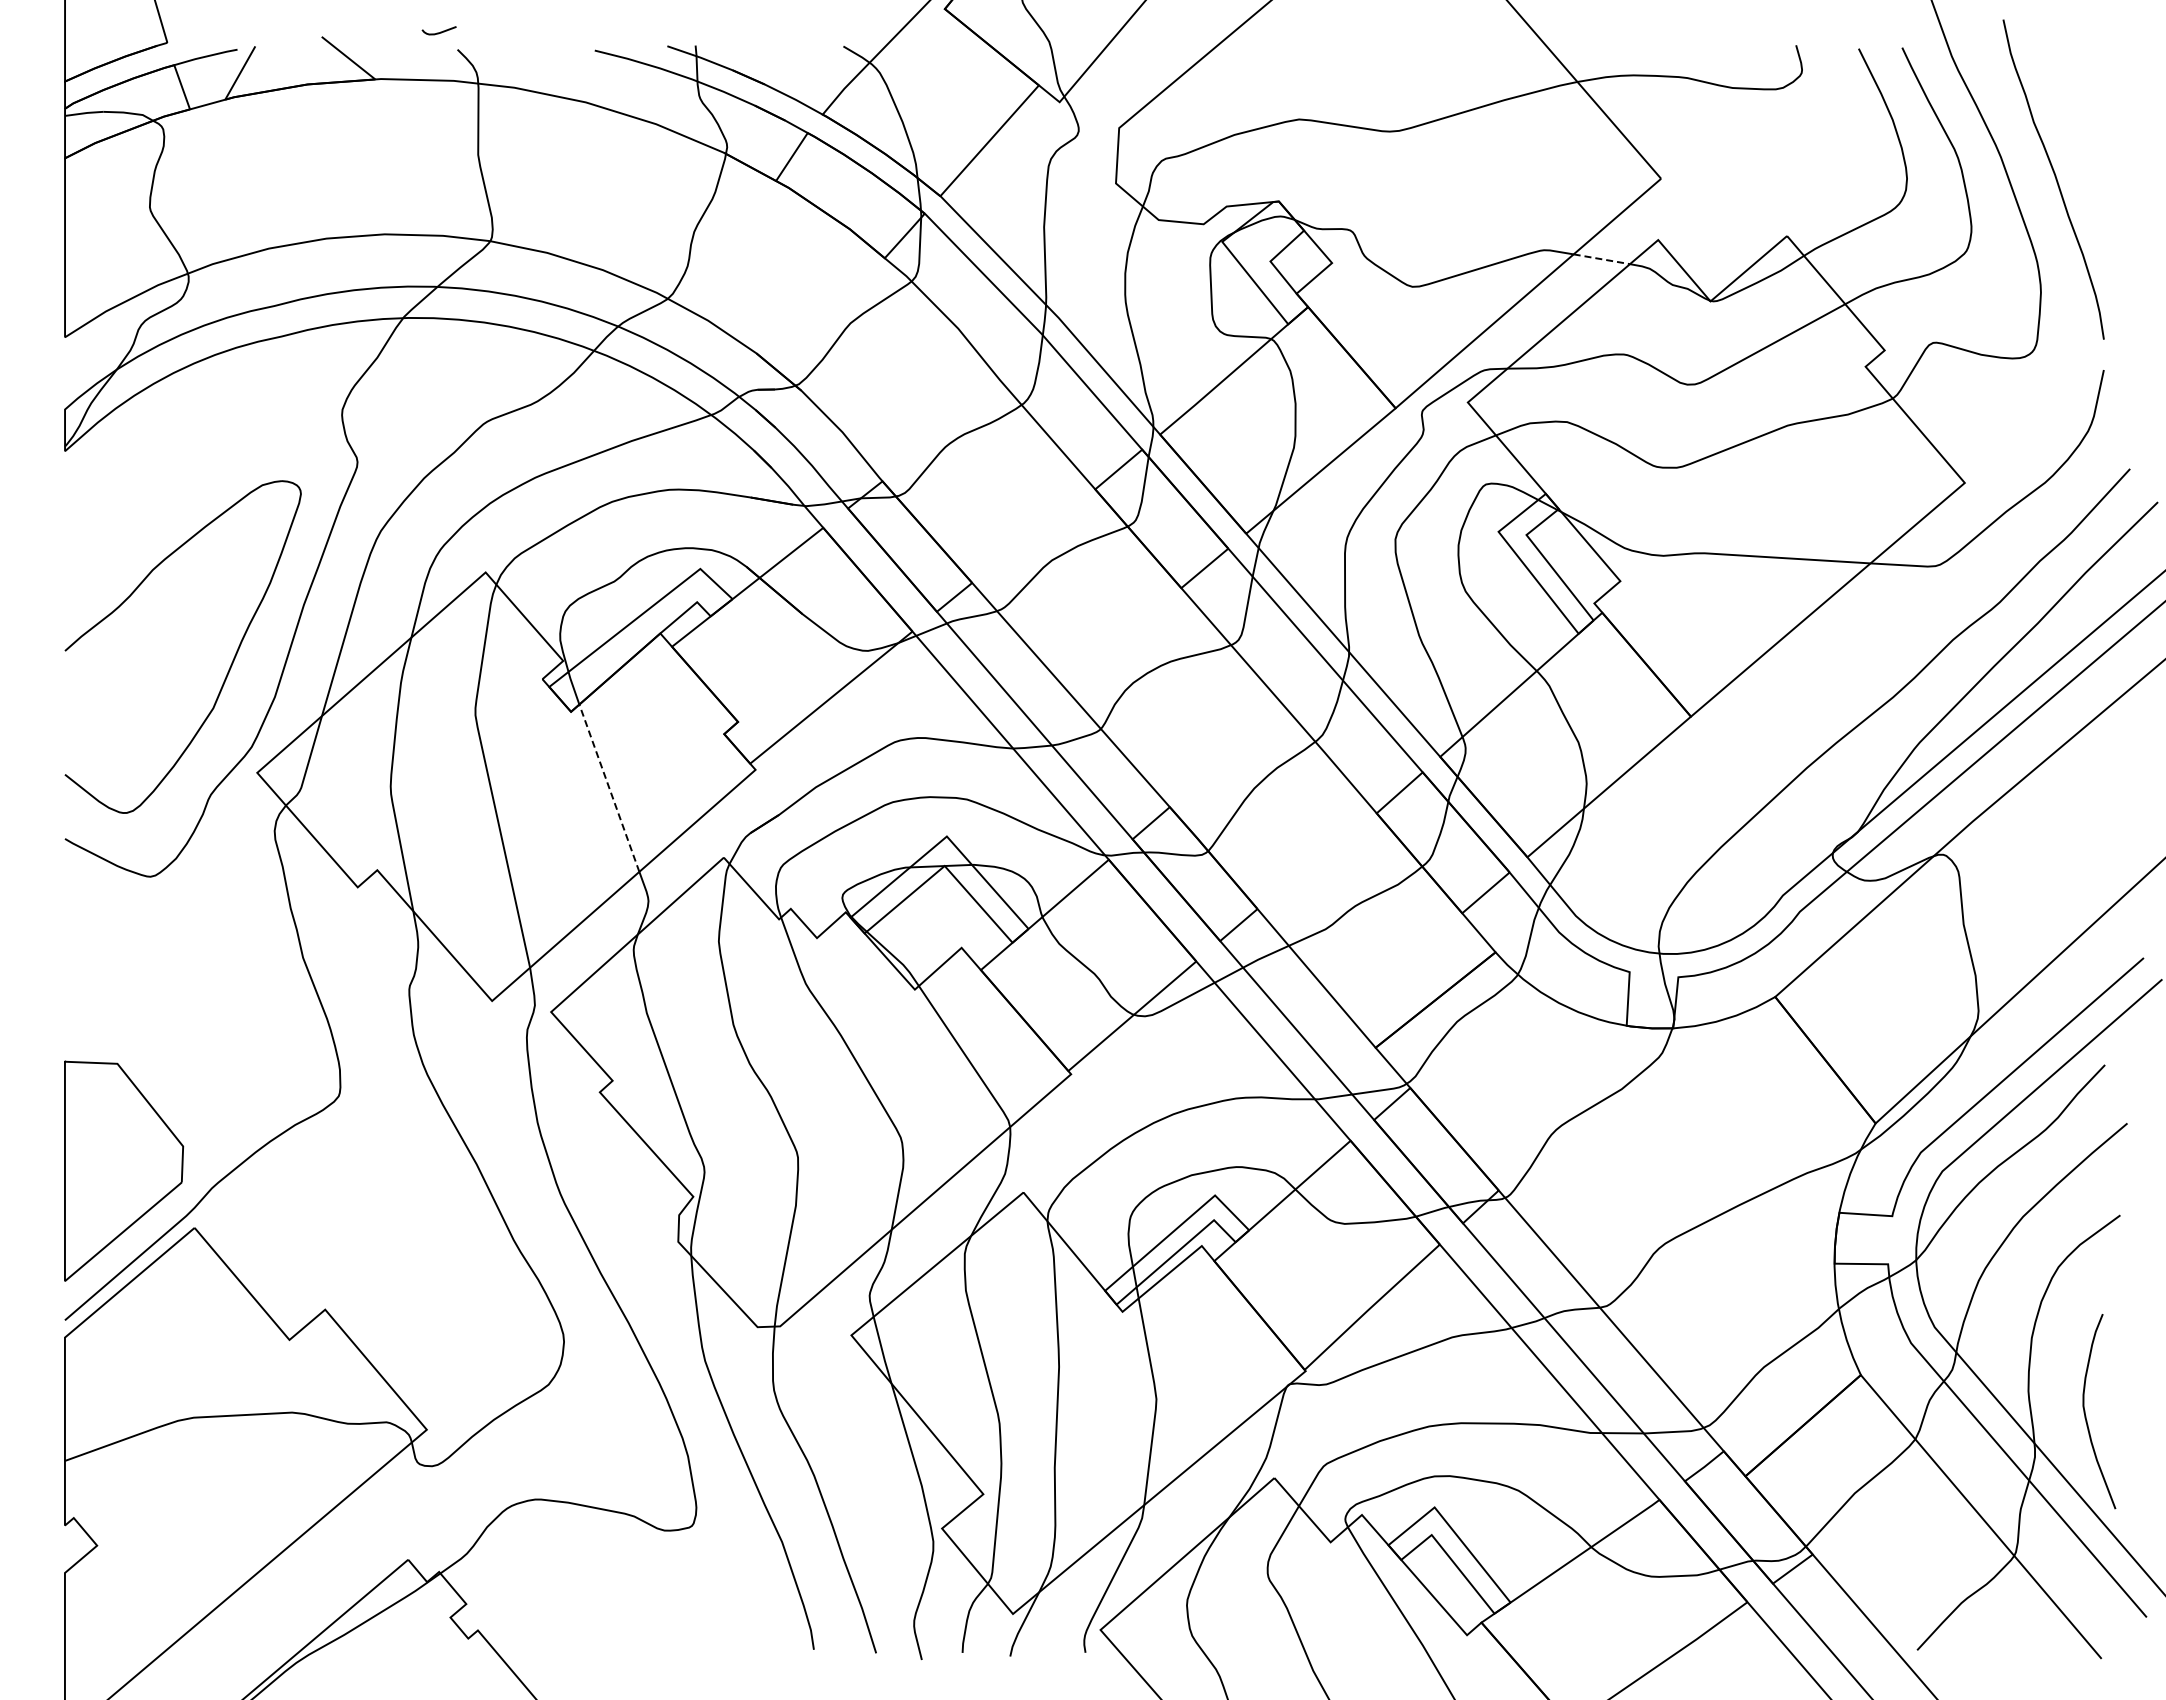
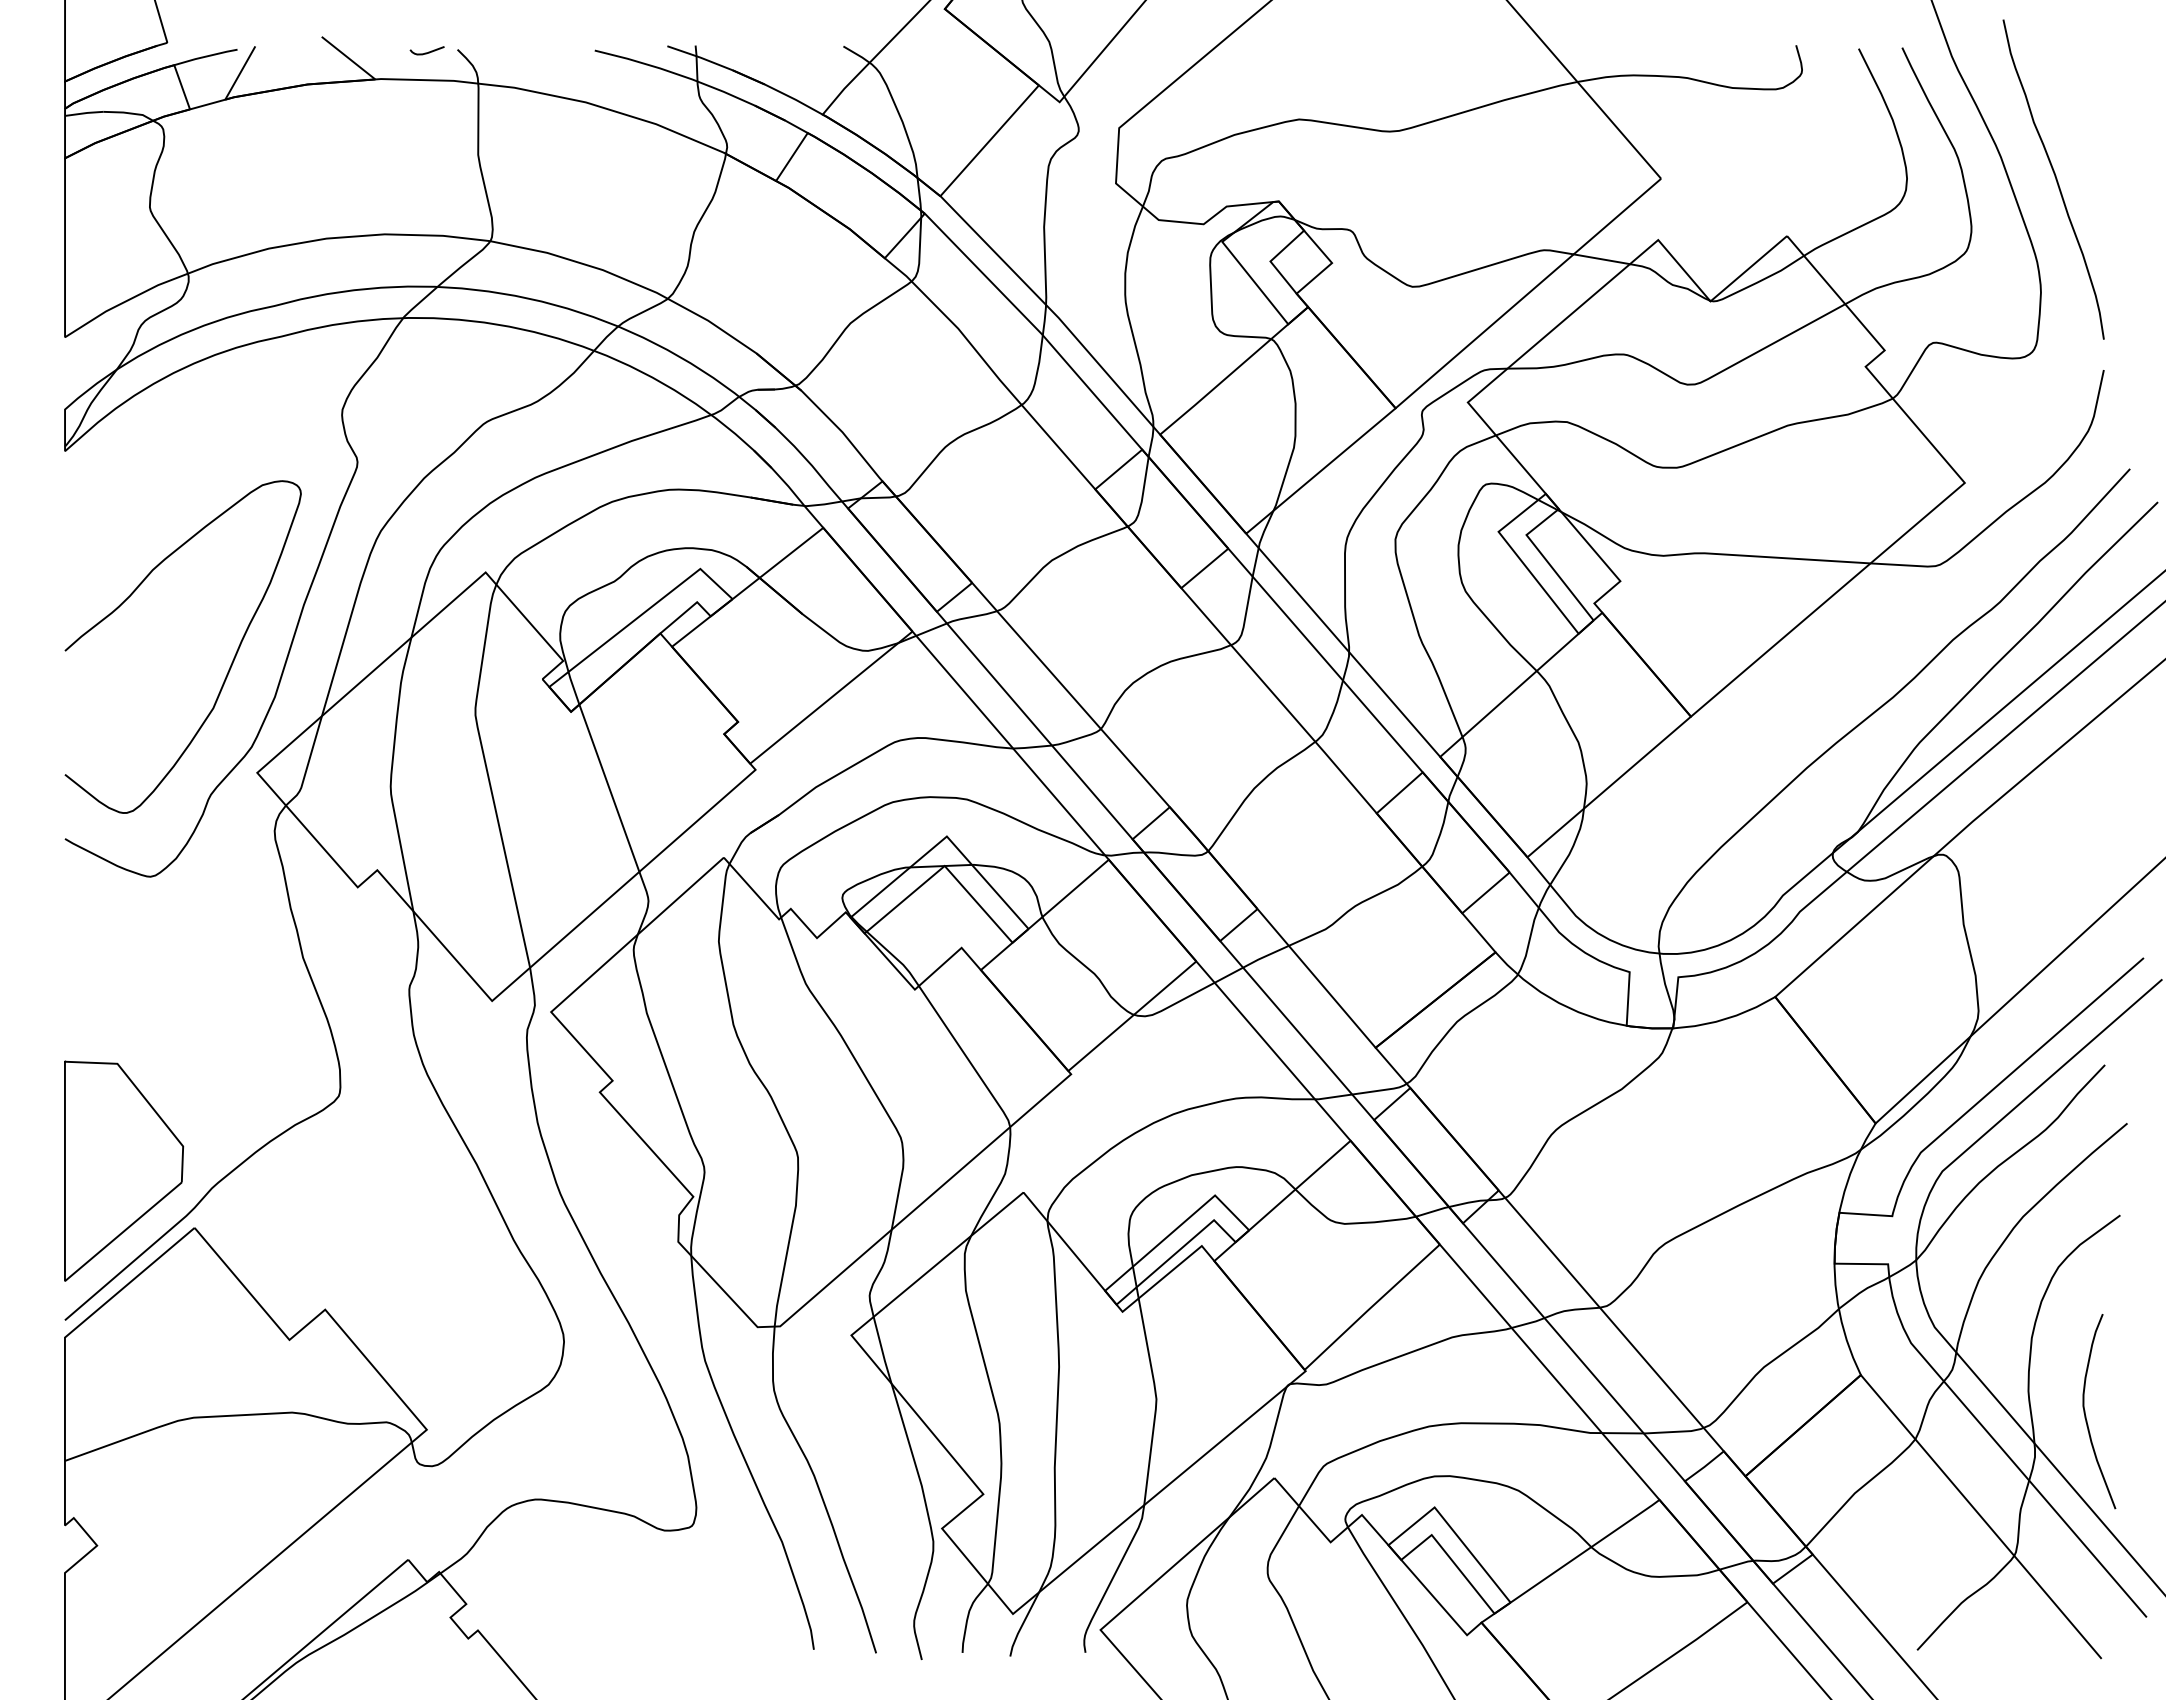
curve at (438, 32) position: (438, 32) -> (426, 52)
line at (1601, 259): dashed -> solid
line at (609, 788): dashed -> solid
